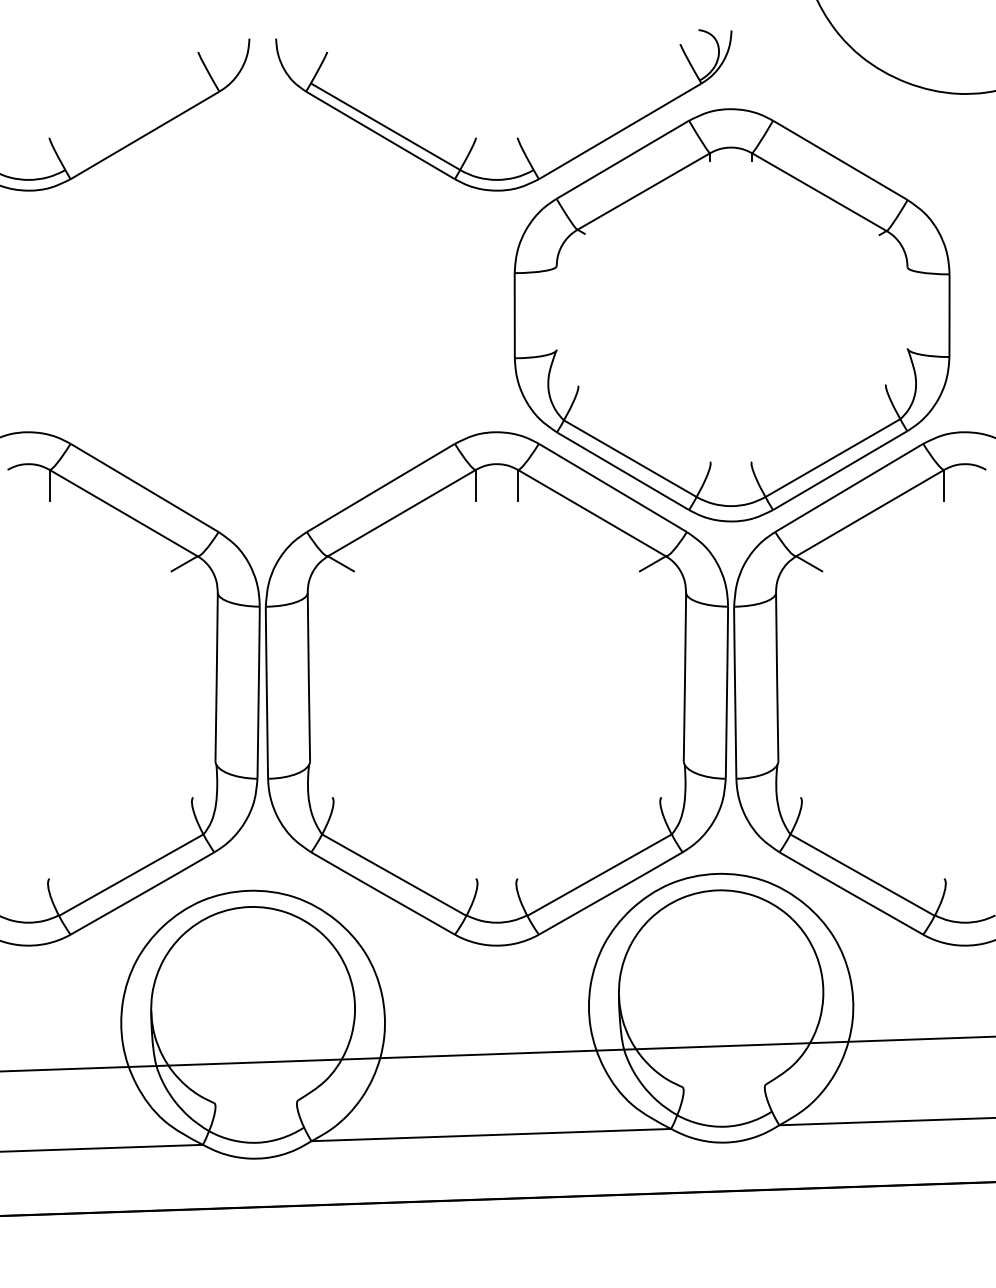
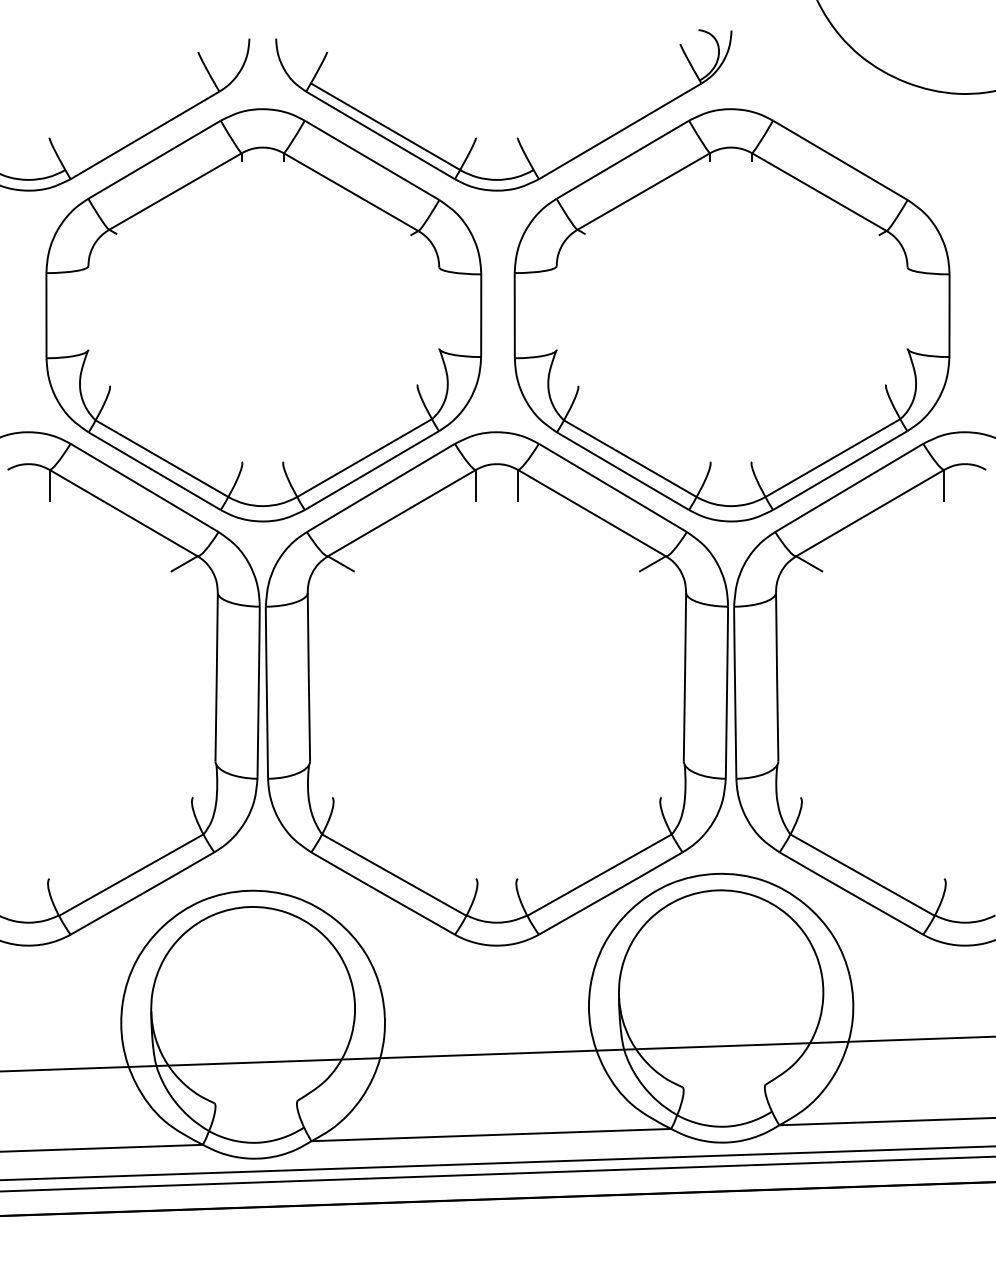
part at (263, 315): none -> present
line at (497, 1163): none -> present
line at (497, 1173): none -> present
